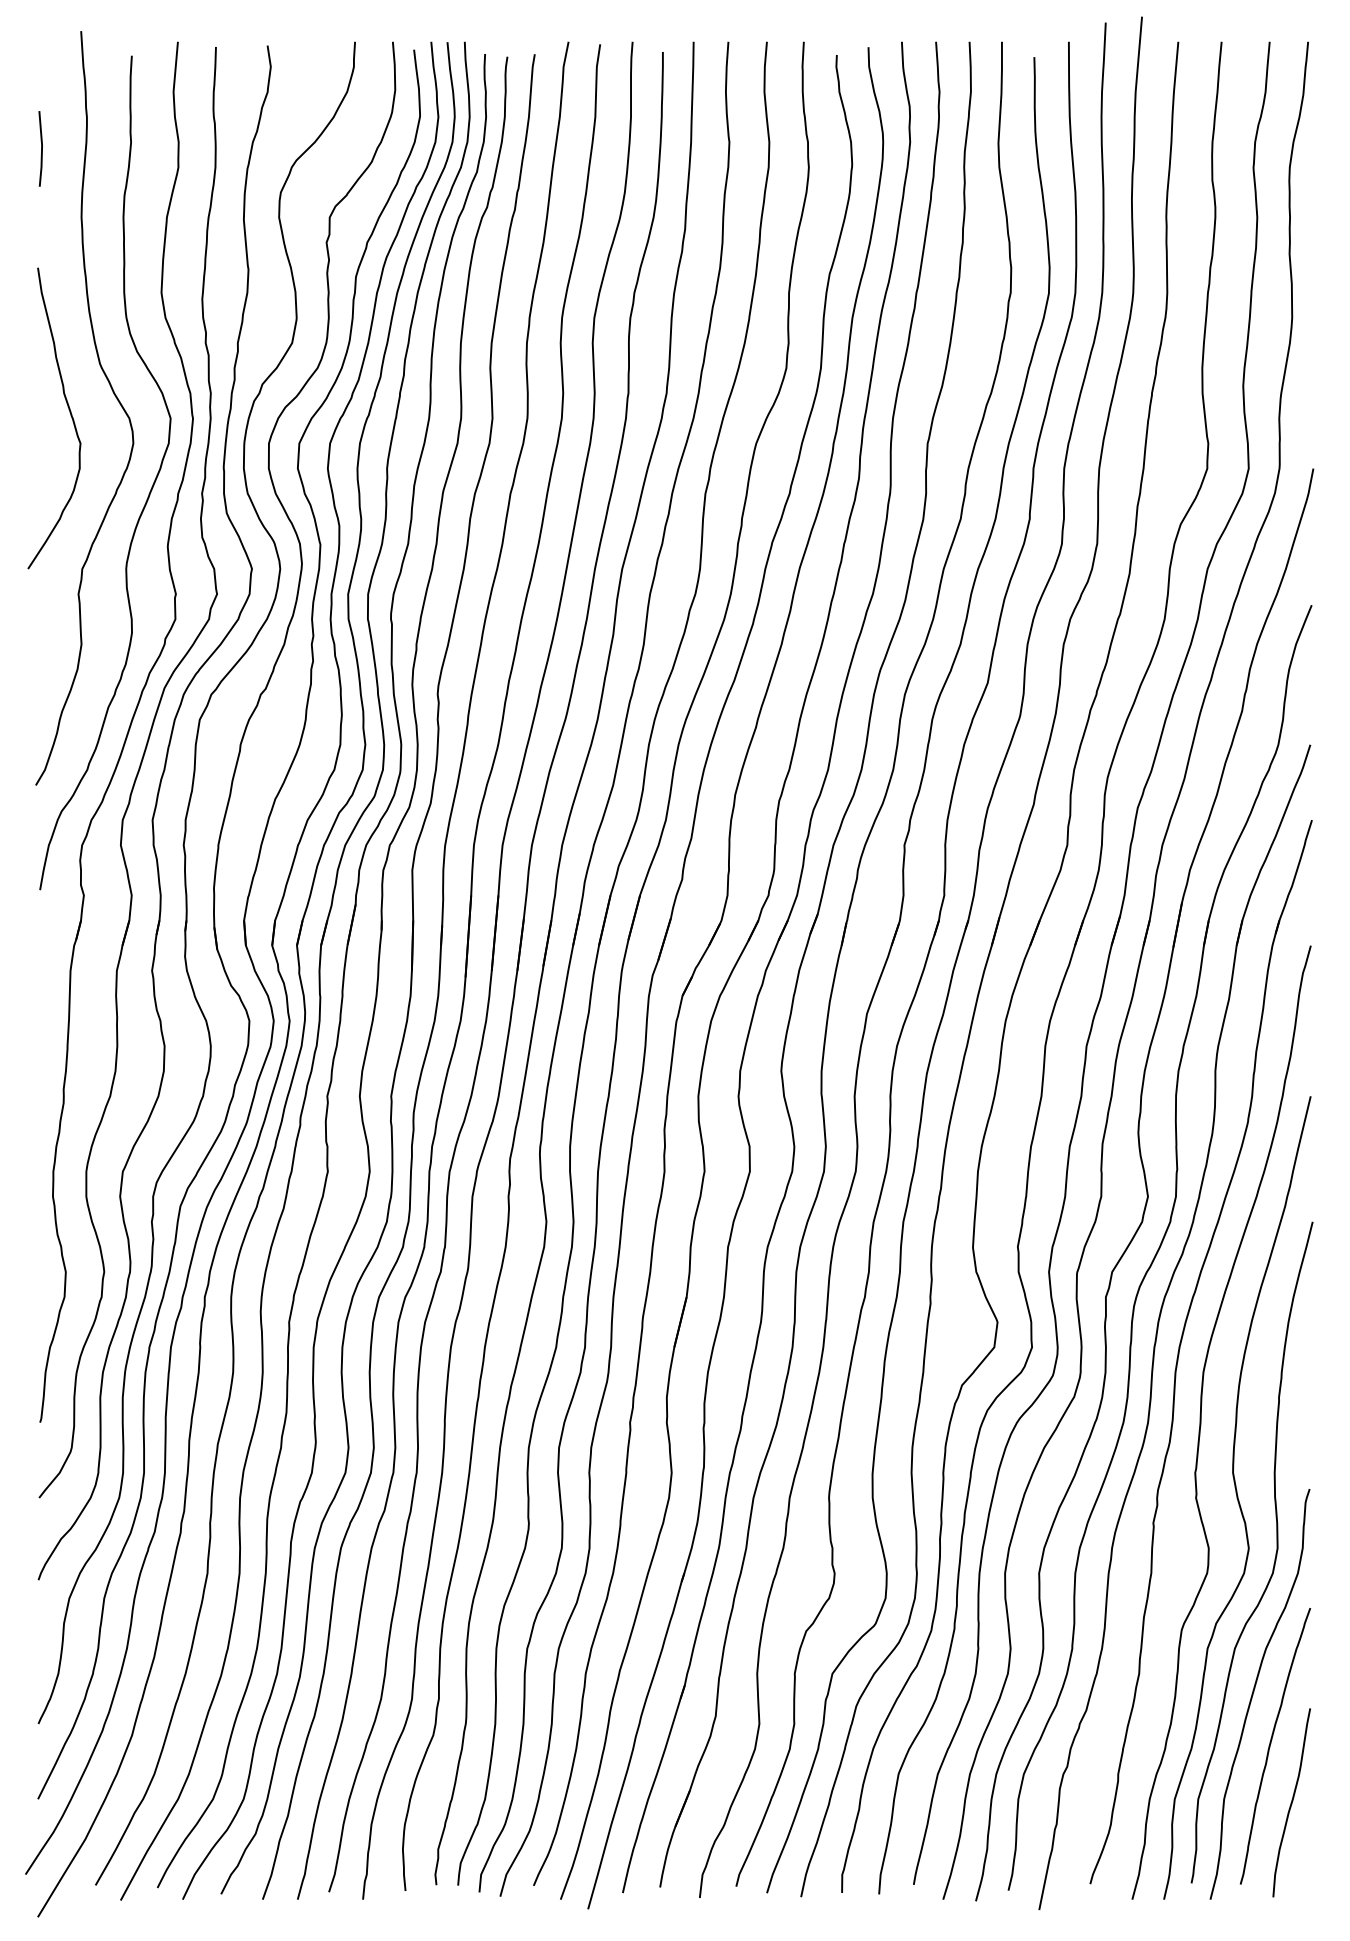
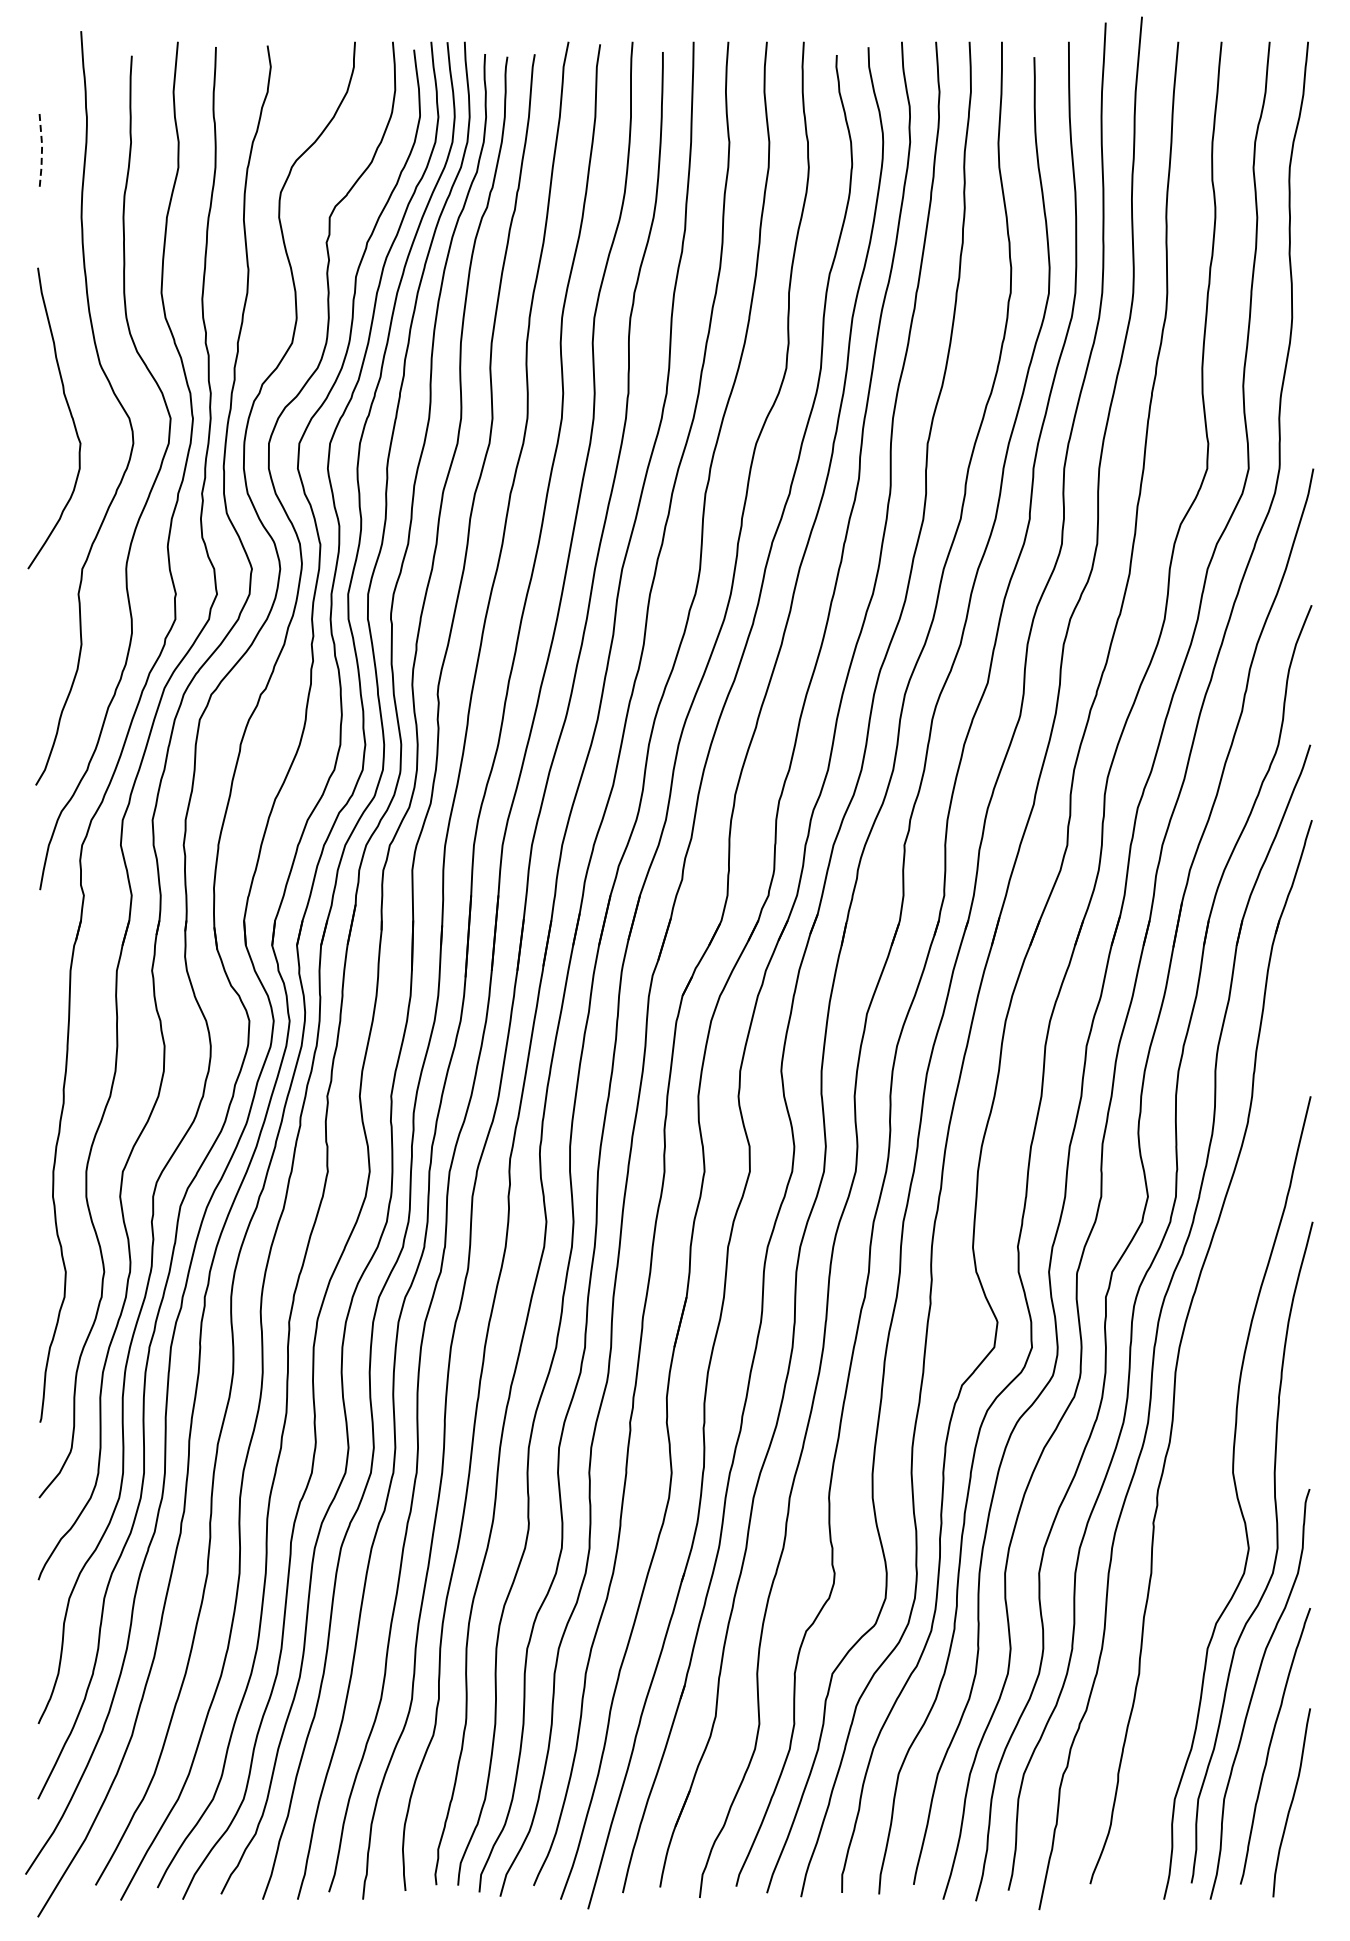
line at (42, 148): solid -> dashed
curve at (1201, 1422): present -> none
